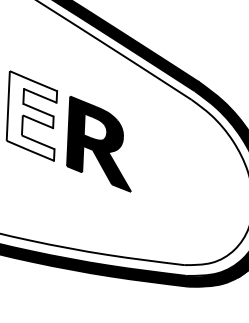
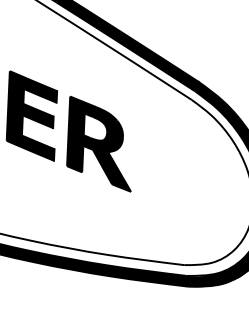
fill at (31, 115): none -> present
